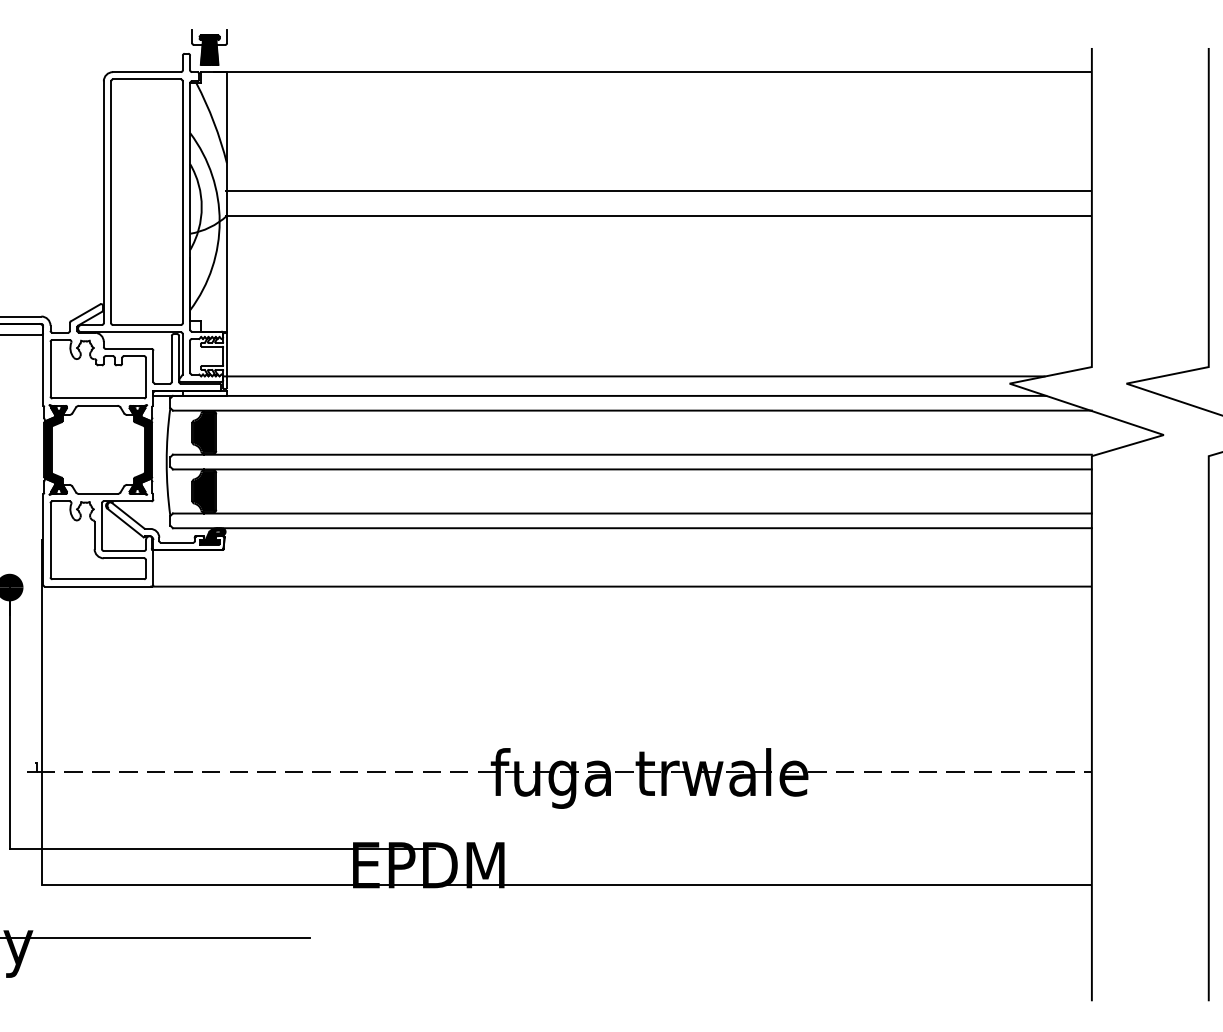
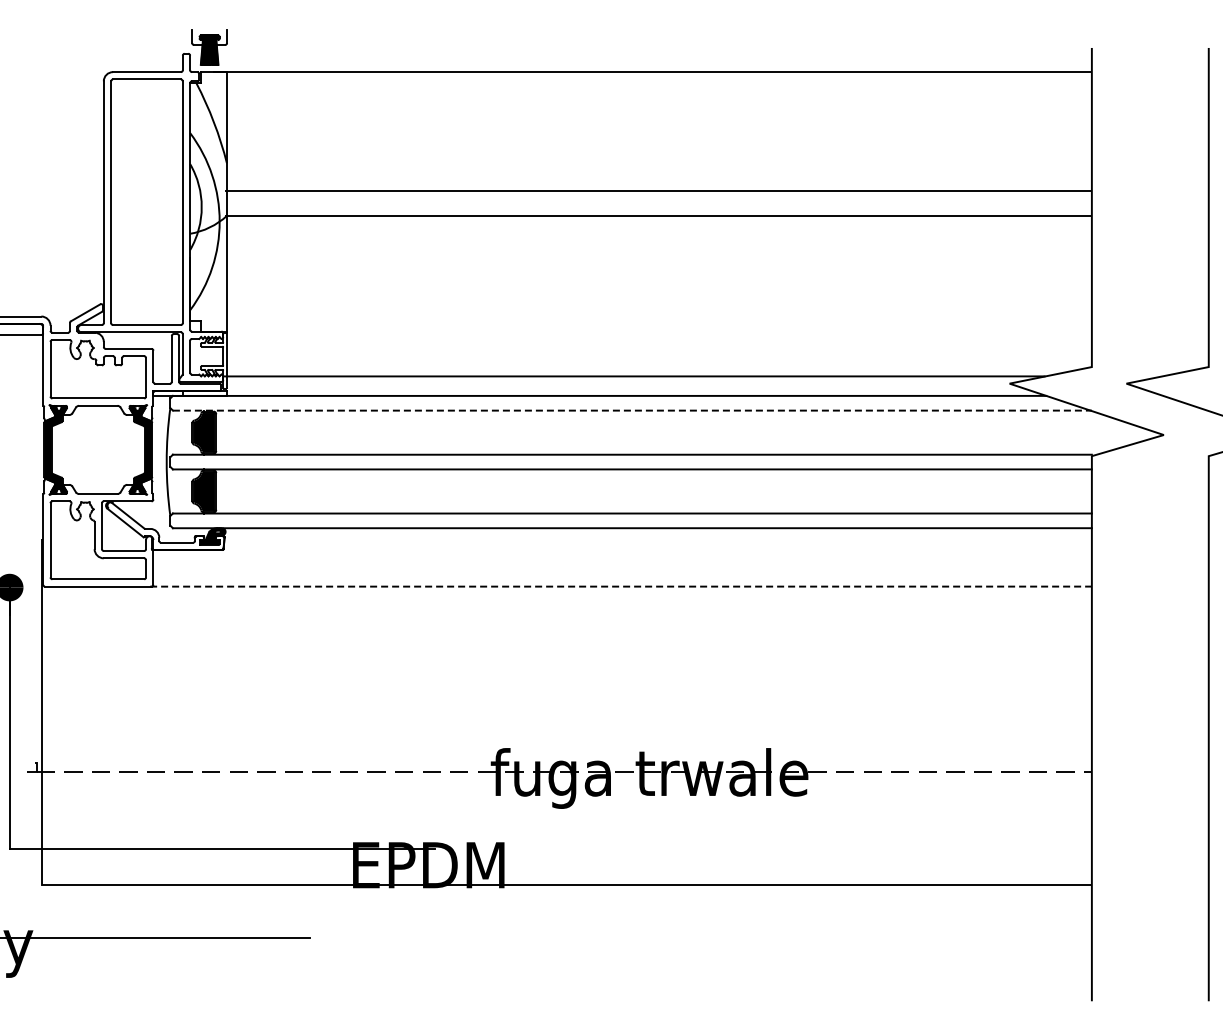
line at (632, 410): solid -> dashed
line at (621, 586): solid -> dashed
